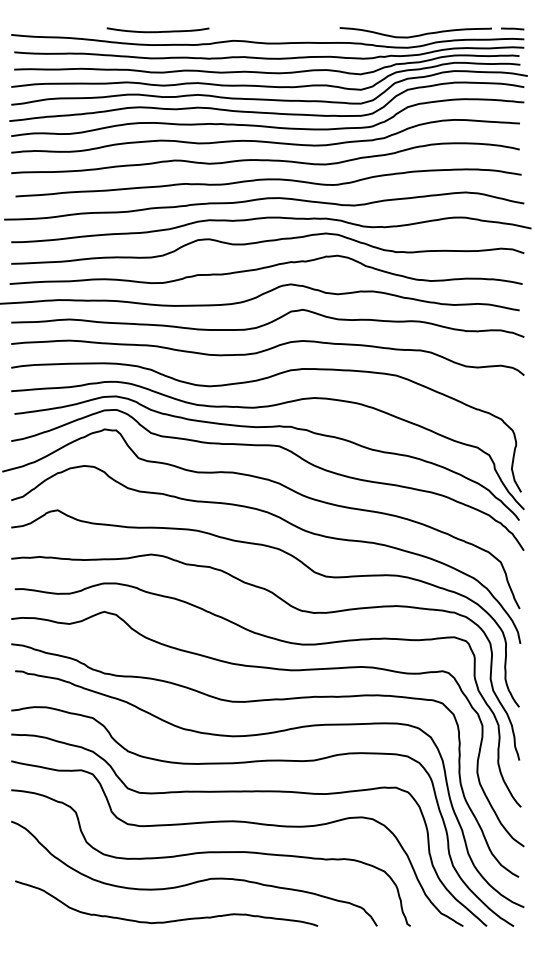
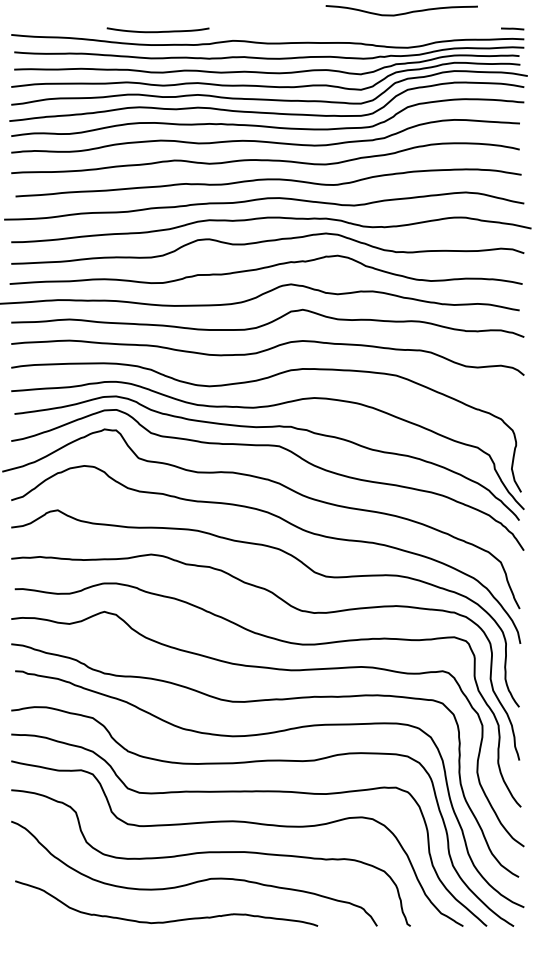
curve at (415, 35) position: (415, 35) -> (401, 13)
